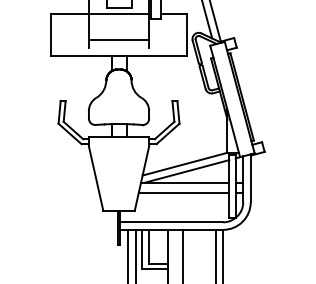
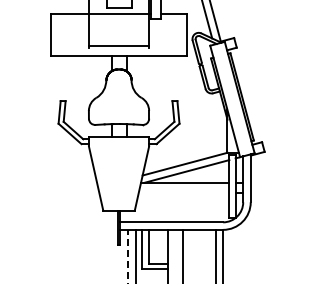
line at (118, 40) position: (118, 40) -> (118, 46)
line at (183, 192): present -> none
line at (128, 256): solid -> dashed
